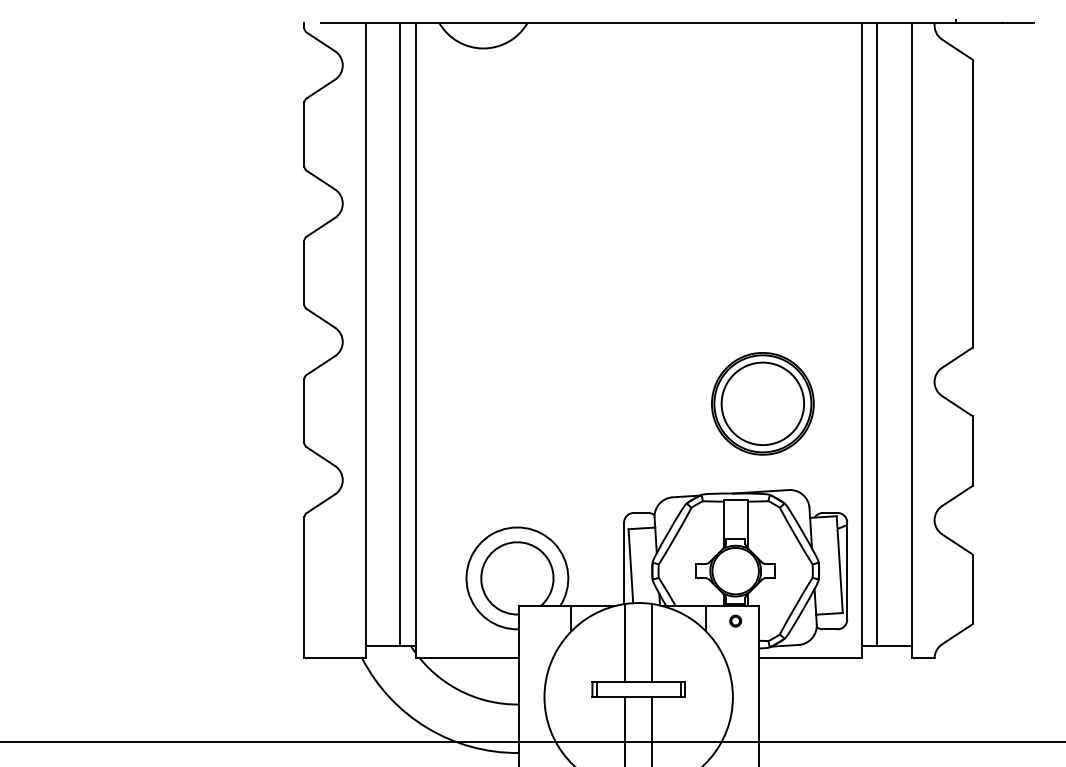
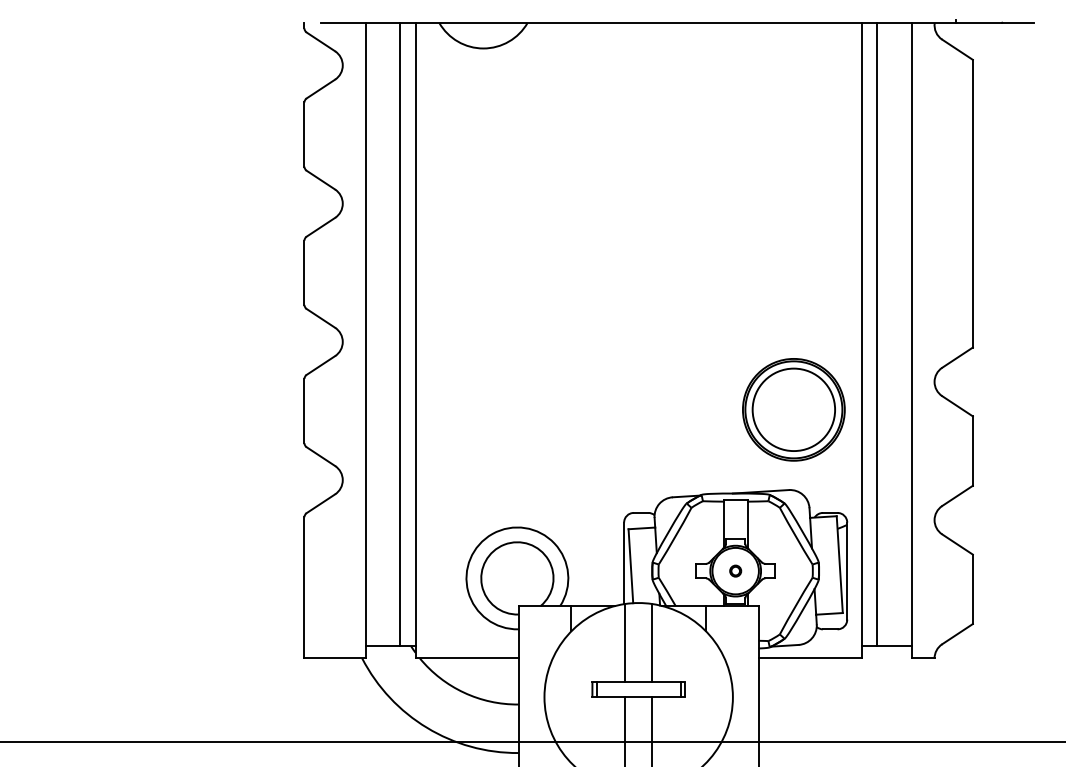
part at (762, 403) position: (762, 403) -> (793, 409)
part at (735, 620) position: (735, 620) -> (735, 570)
